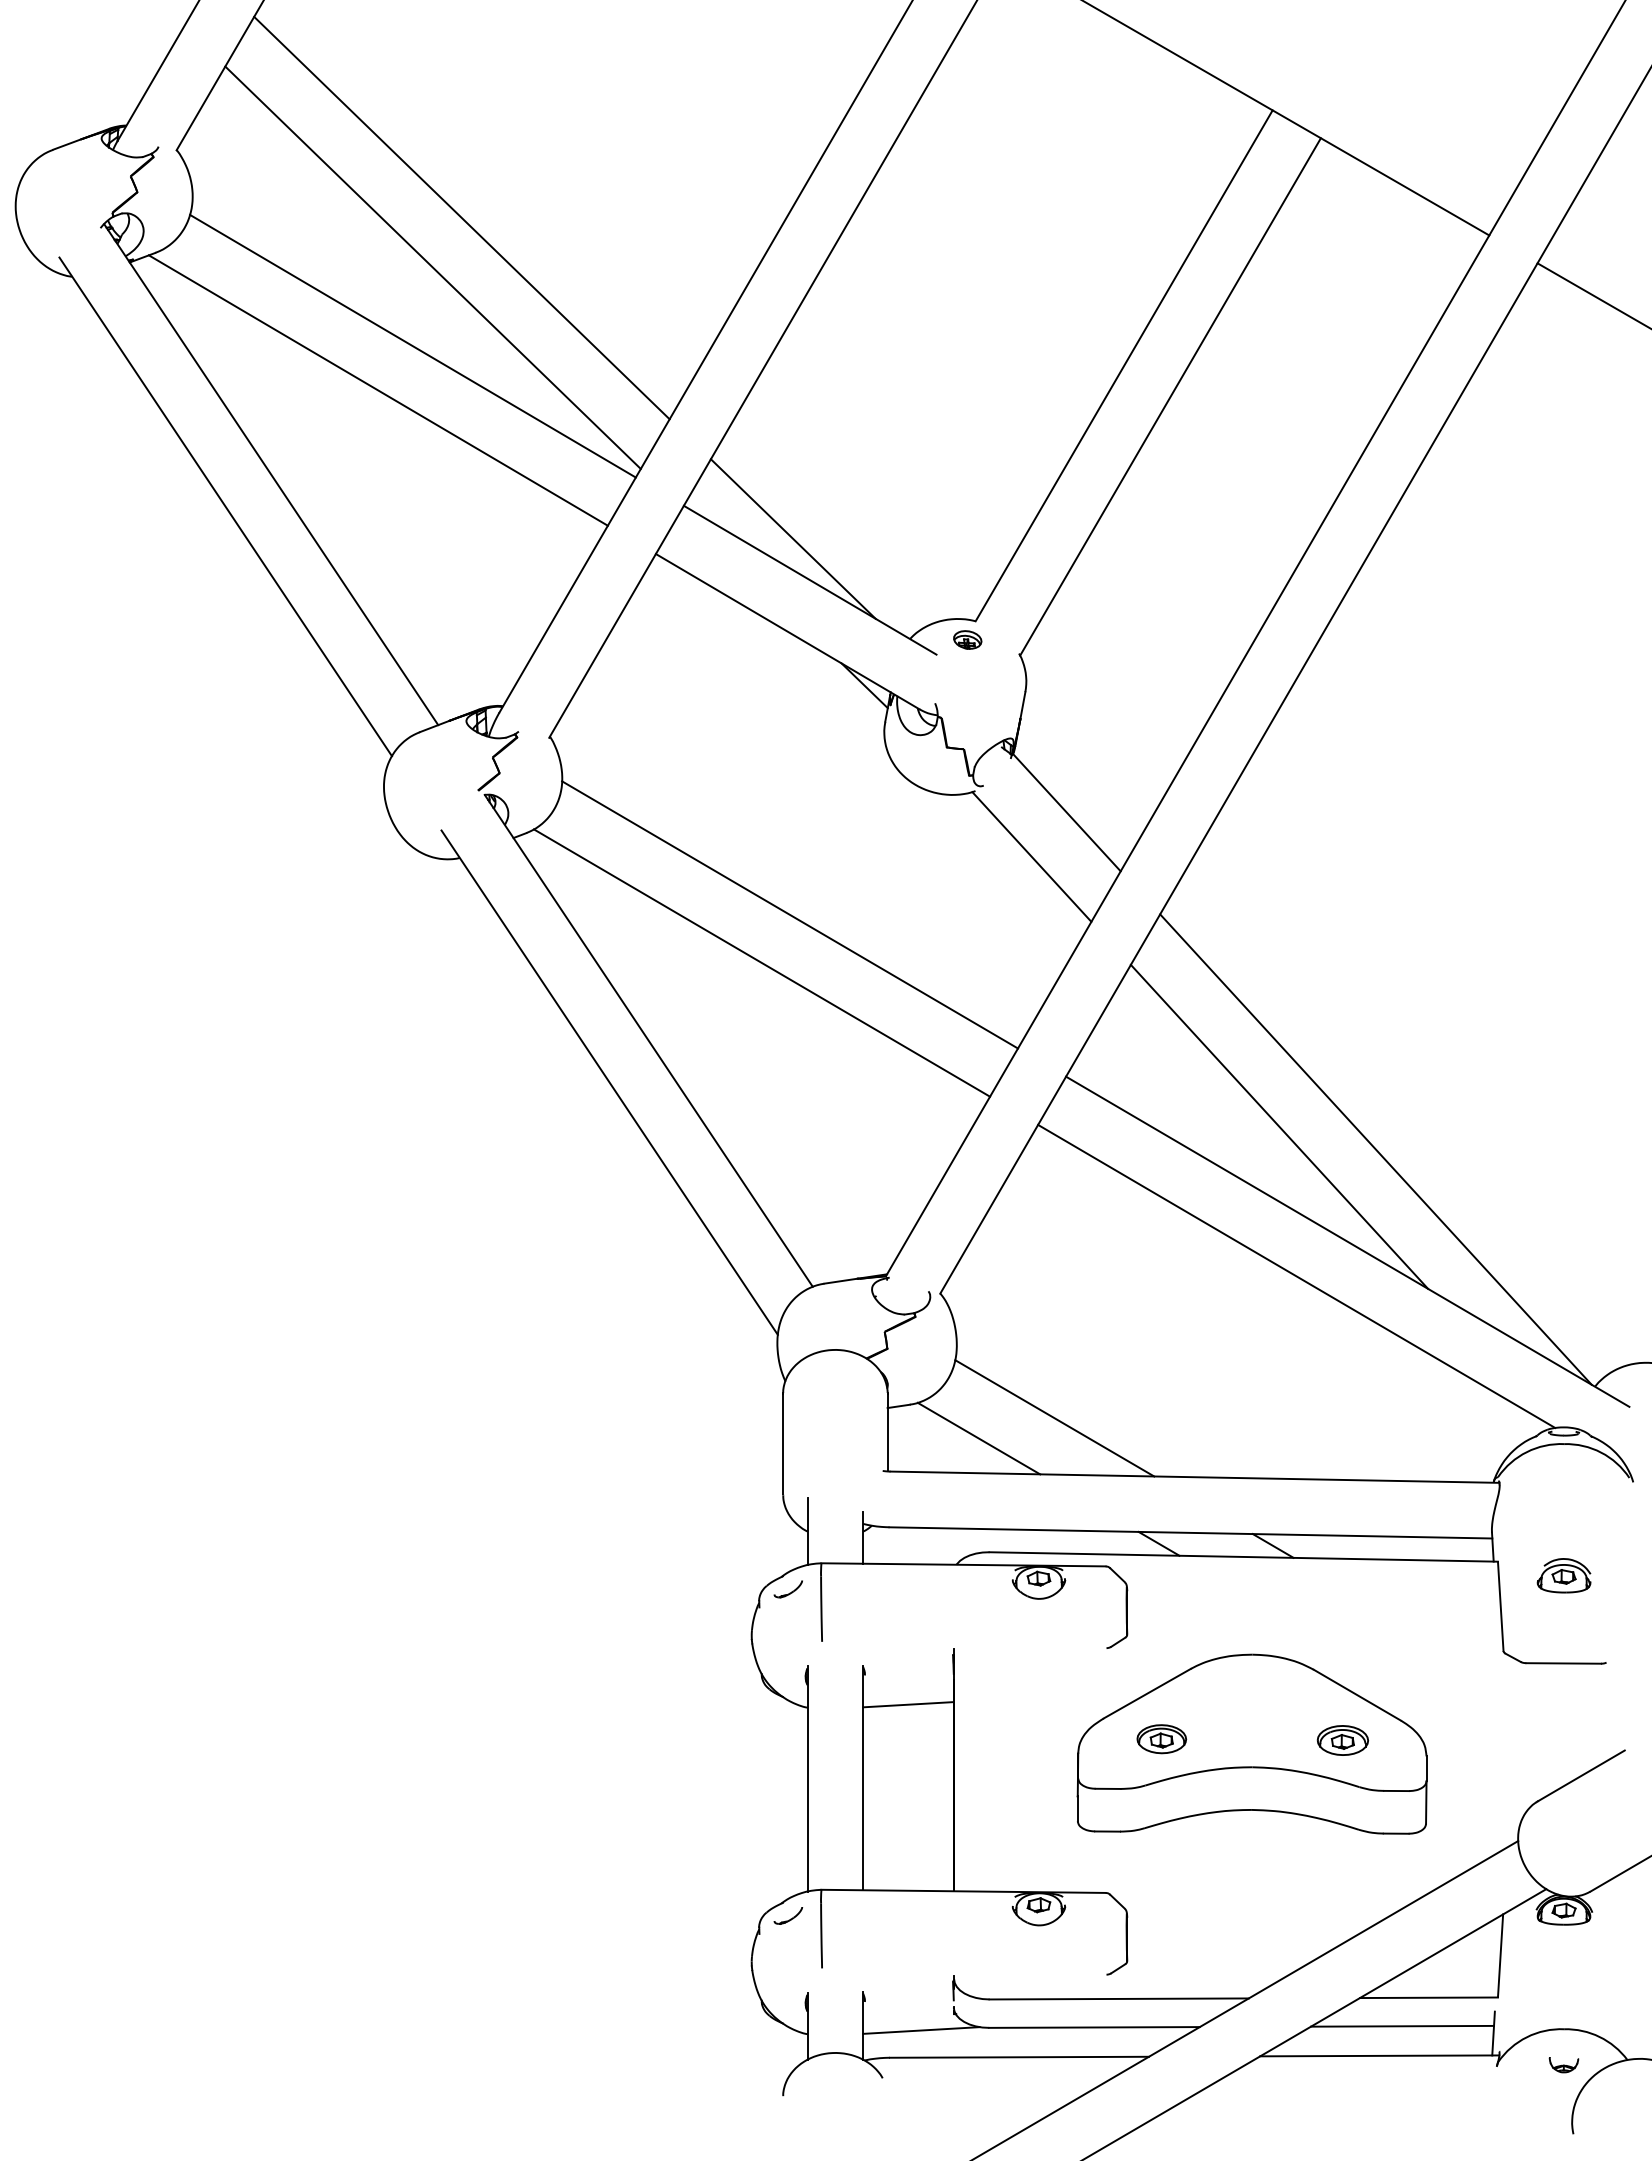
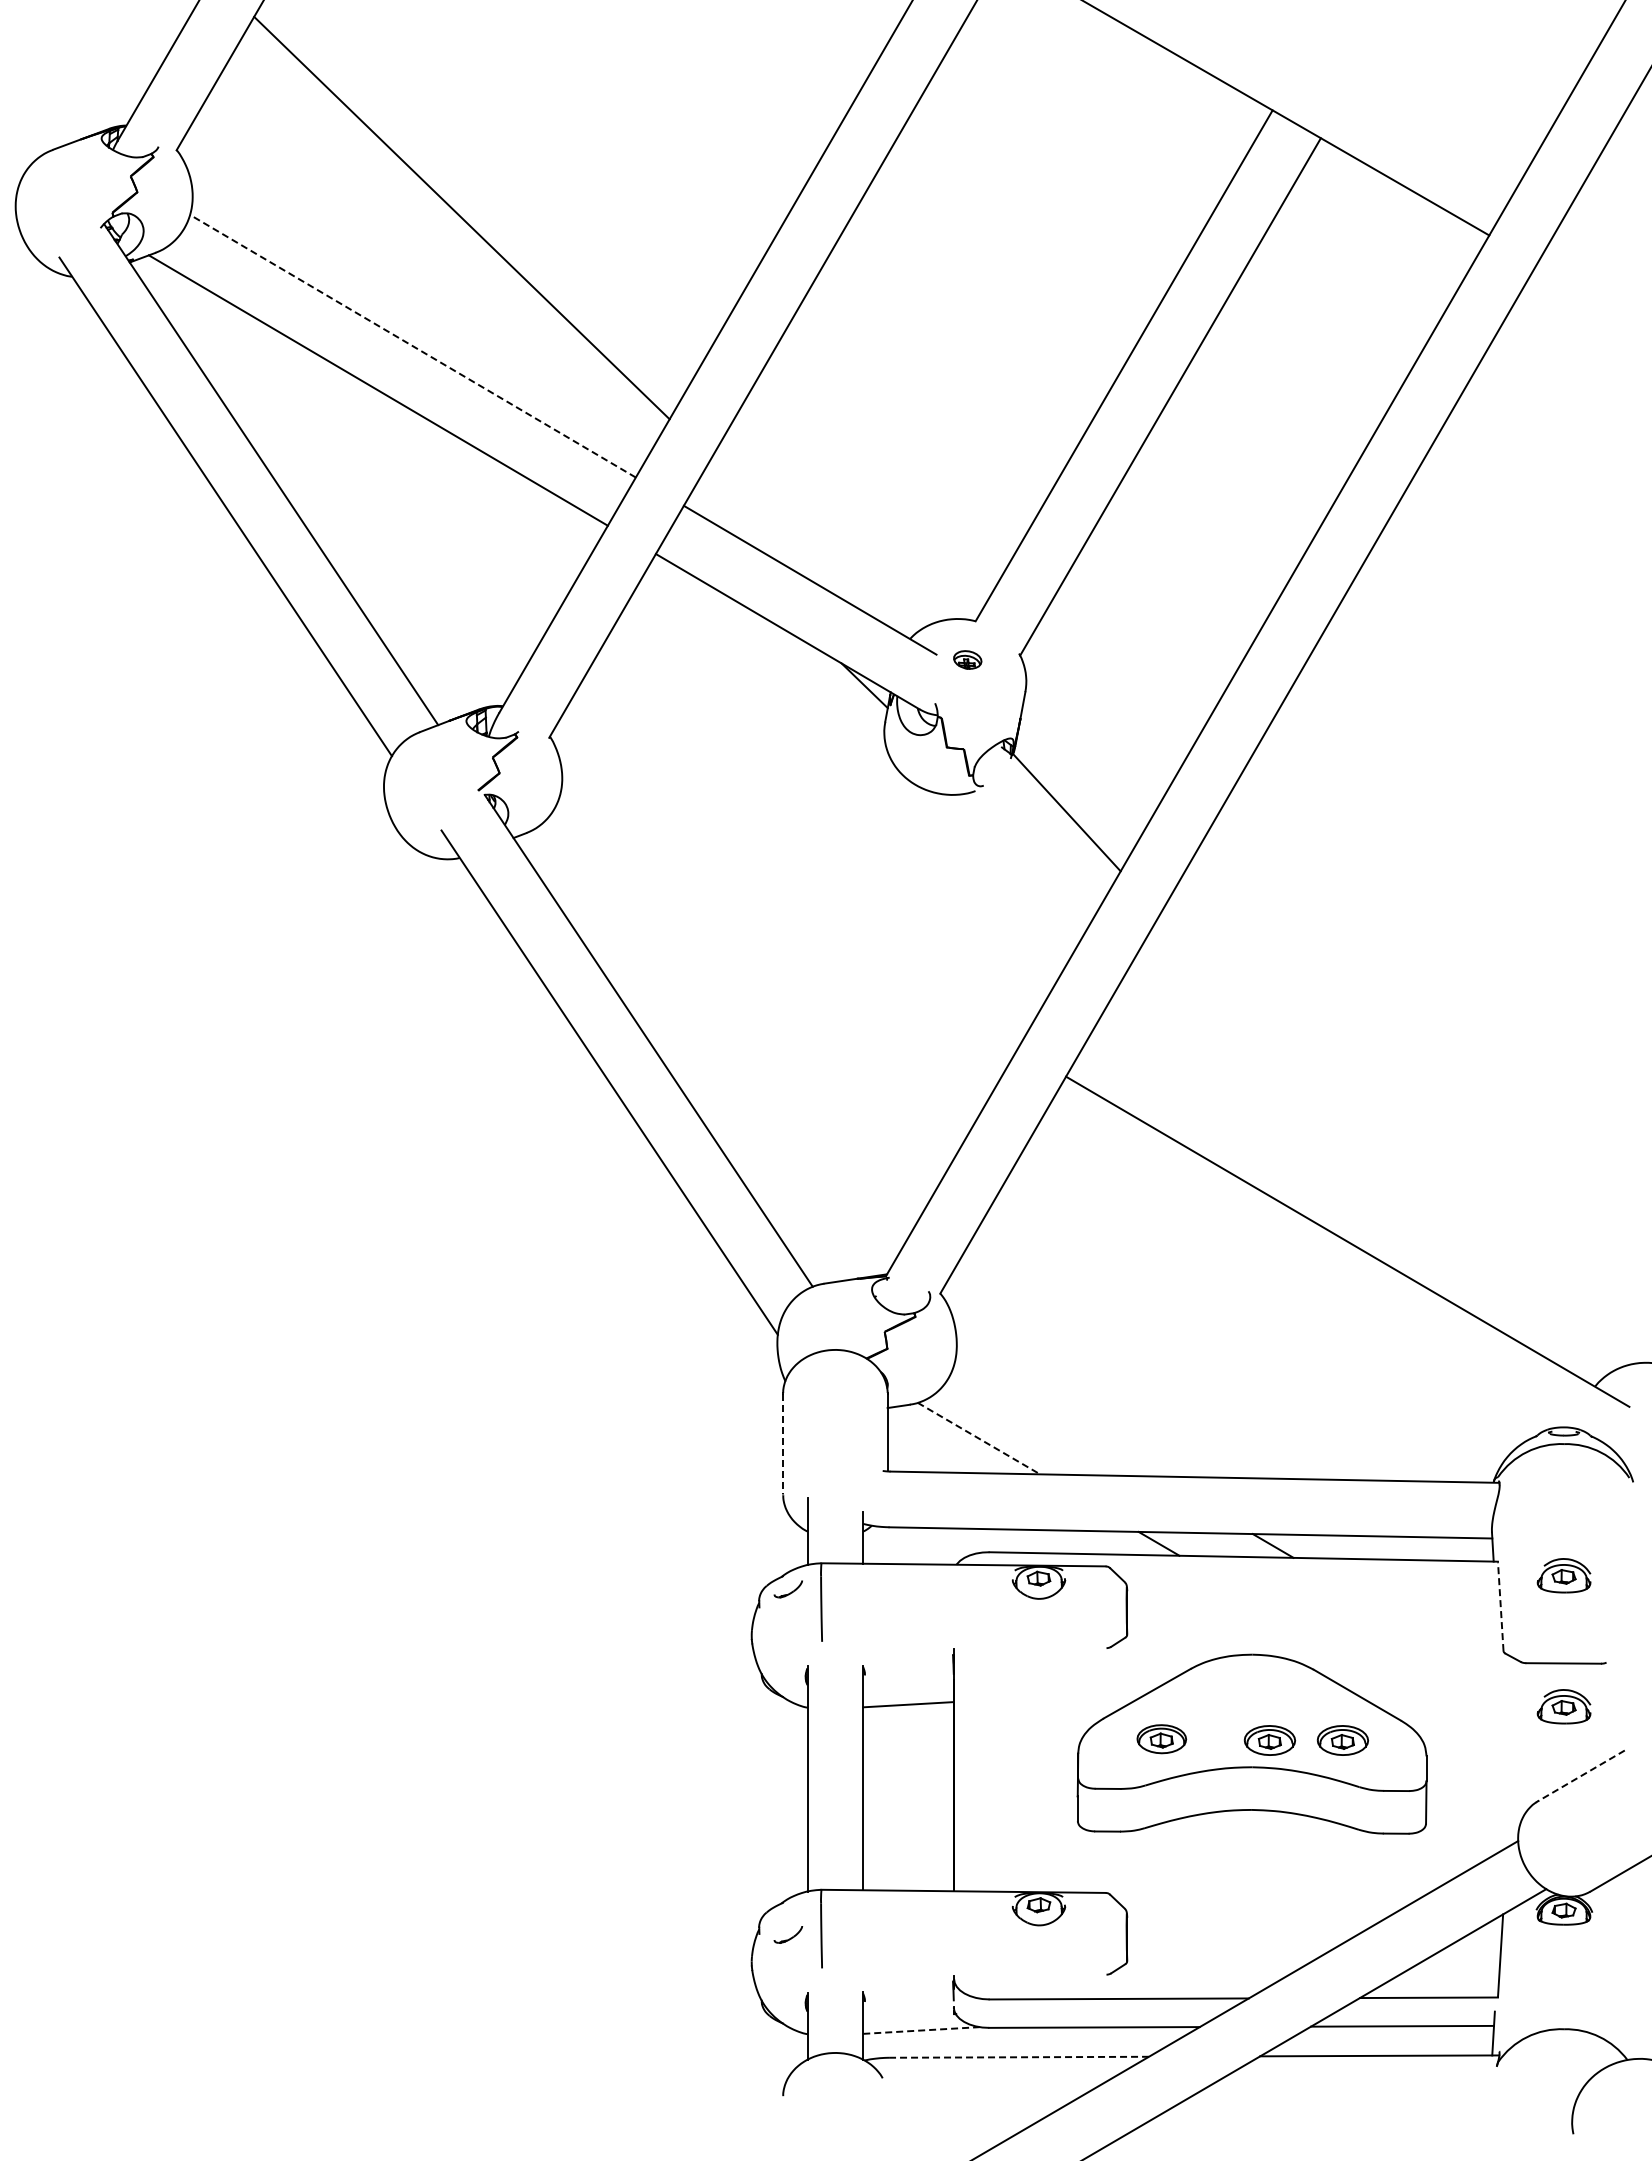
line at (432, 267): present -> none
line at (1592, 295): present -> none
line at (412, 346): solid -> dashed
line at (792, 538): present -> none
part at (967, 639) position: (967, 639) -> (967, 659)
line at (1031, 856): present -> none
line at (789, 914): present -> none
line at (761, 962): present -> none
line at (1279, 1126): present -> none
line at (1375, 1149): present -> none
line at (1296, 1276): present -> none
line at (1054, 1418): present -> none
line at (978, 1438): solid -> dashed
line at (783, 1444): solid -> dashed
line at (1500, 1606): solid -> dashed
part at (1563, 1706): none -> present
part at (1269, 1740): none -> present
line at (1580, 1776): solid -> dashed
part at (788, 1915) position: (788, 1915) -> (788, 1934)
line at (921, 2030): solid -> dashed
line at (1019, 2057): solid -> dashed
part at (1563, 2065): present -> none
